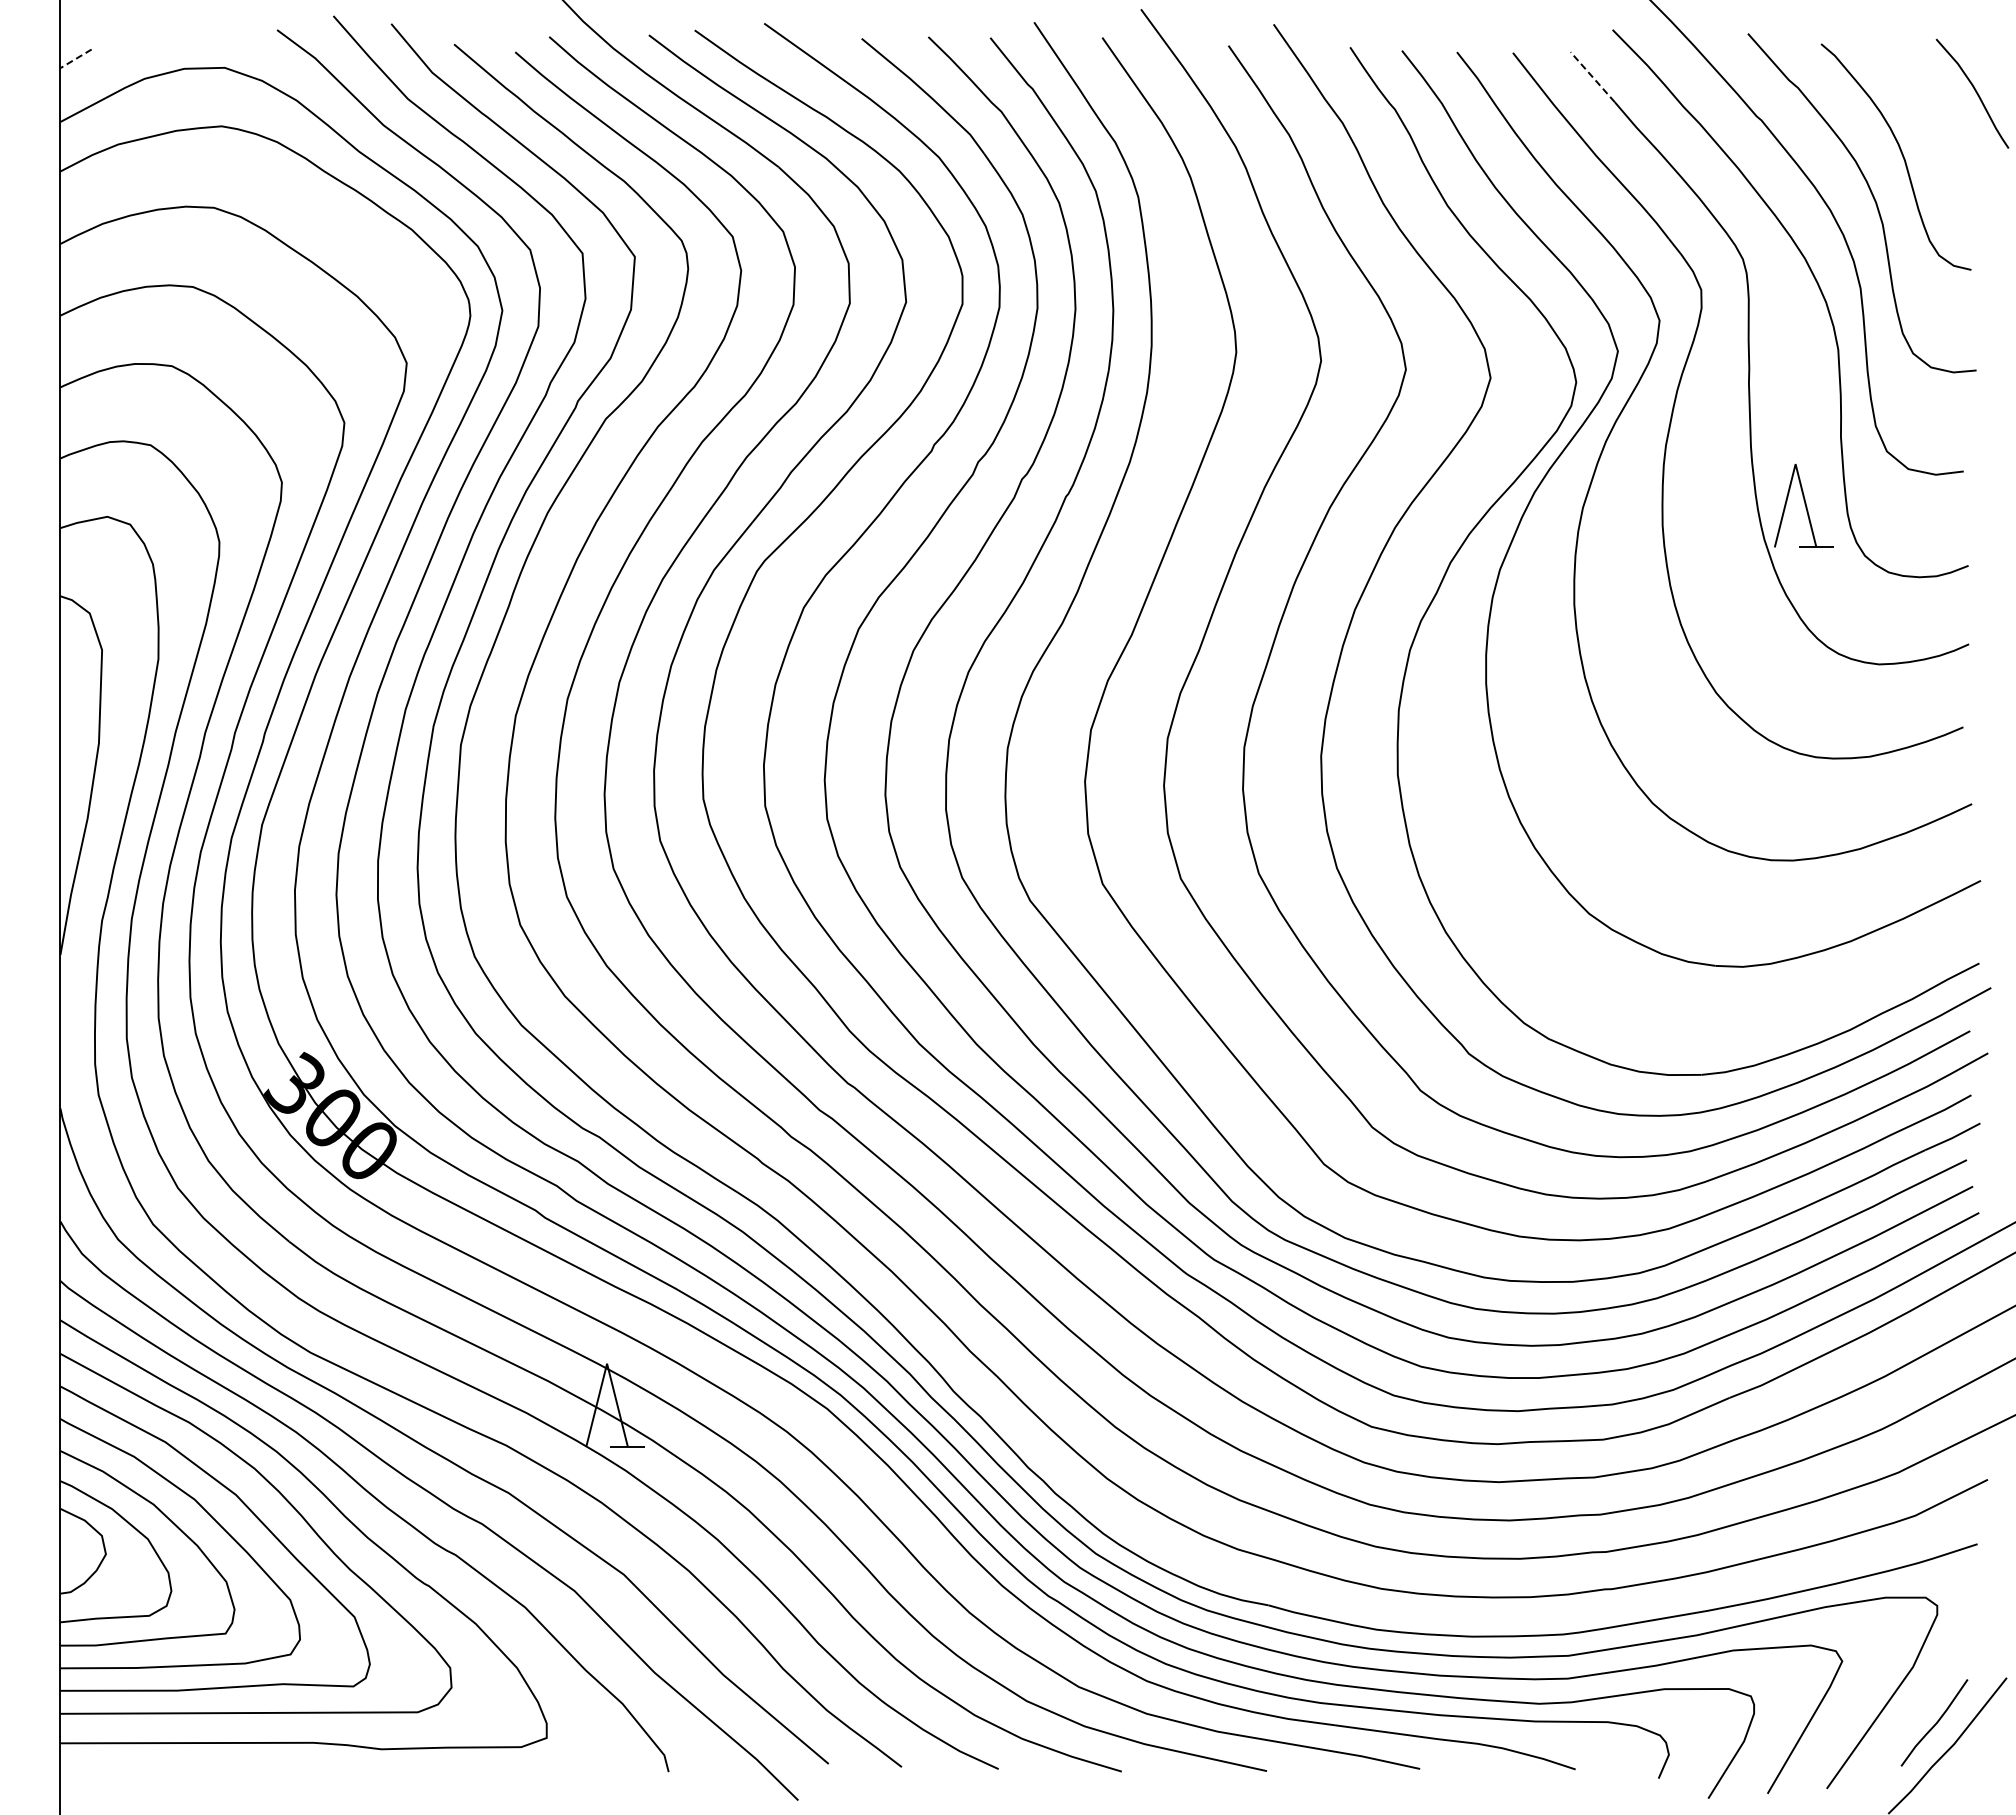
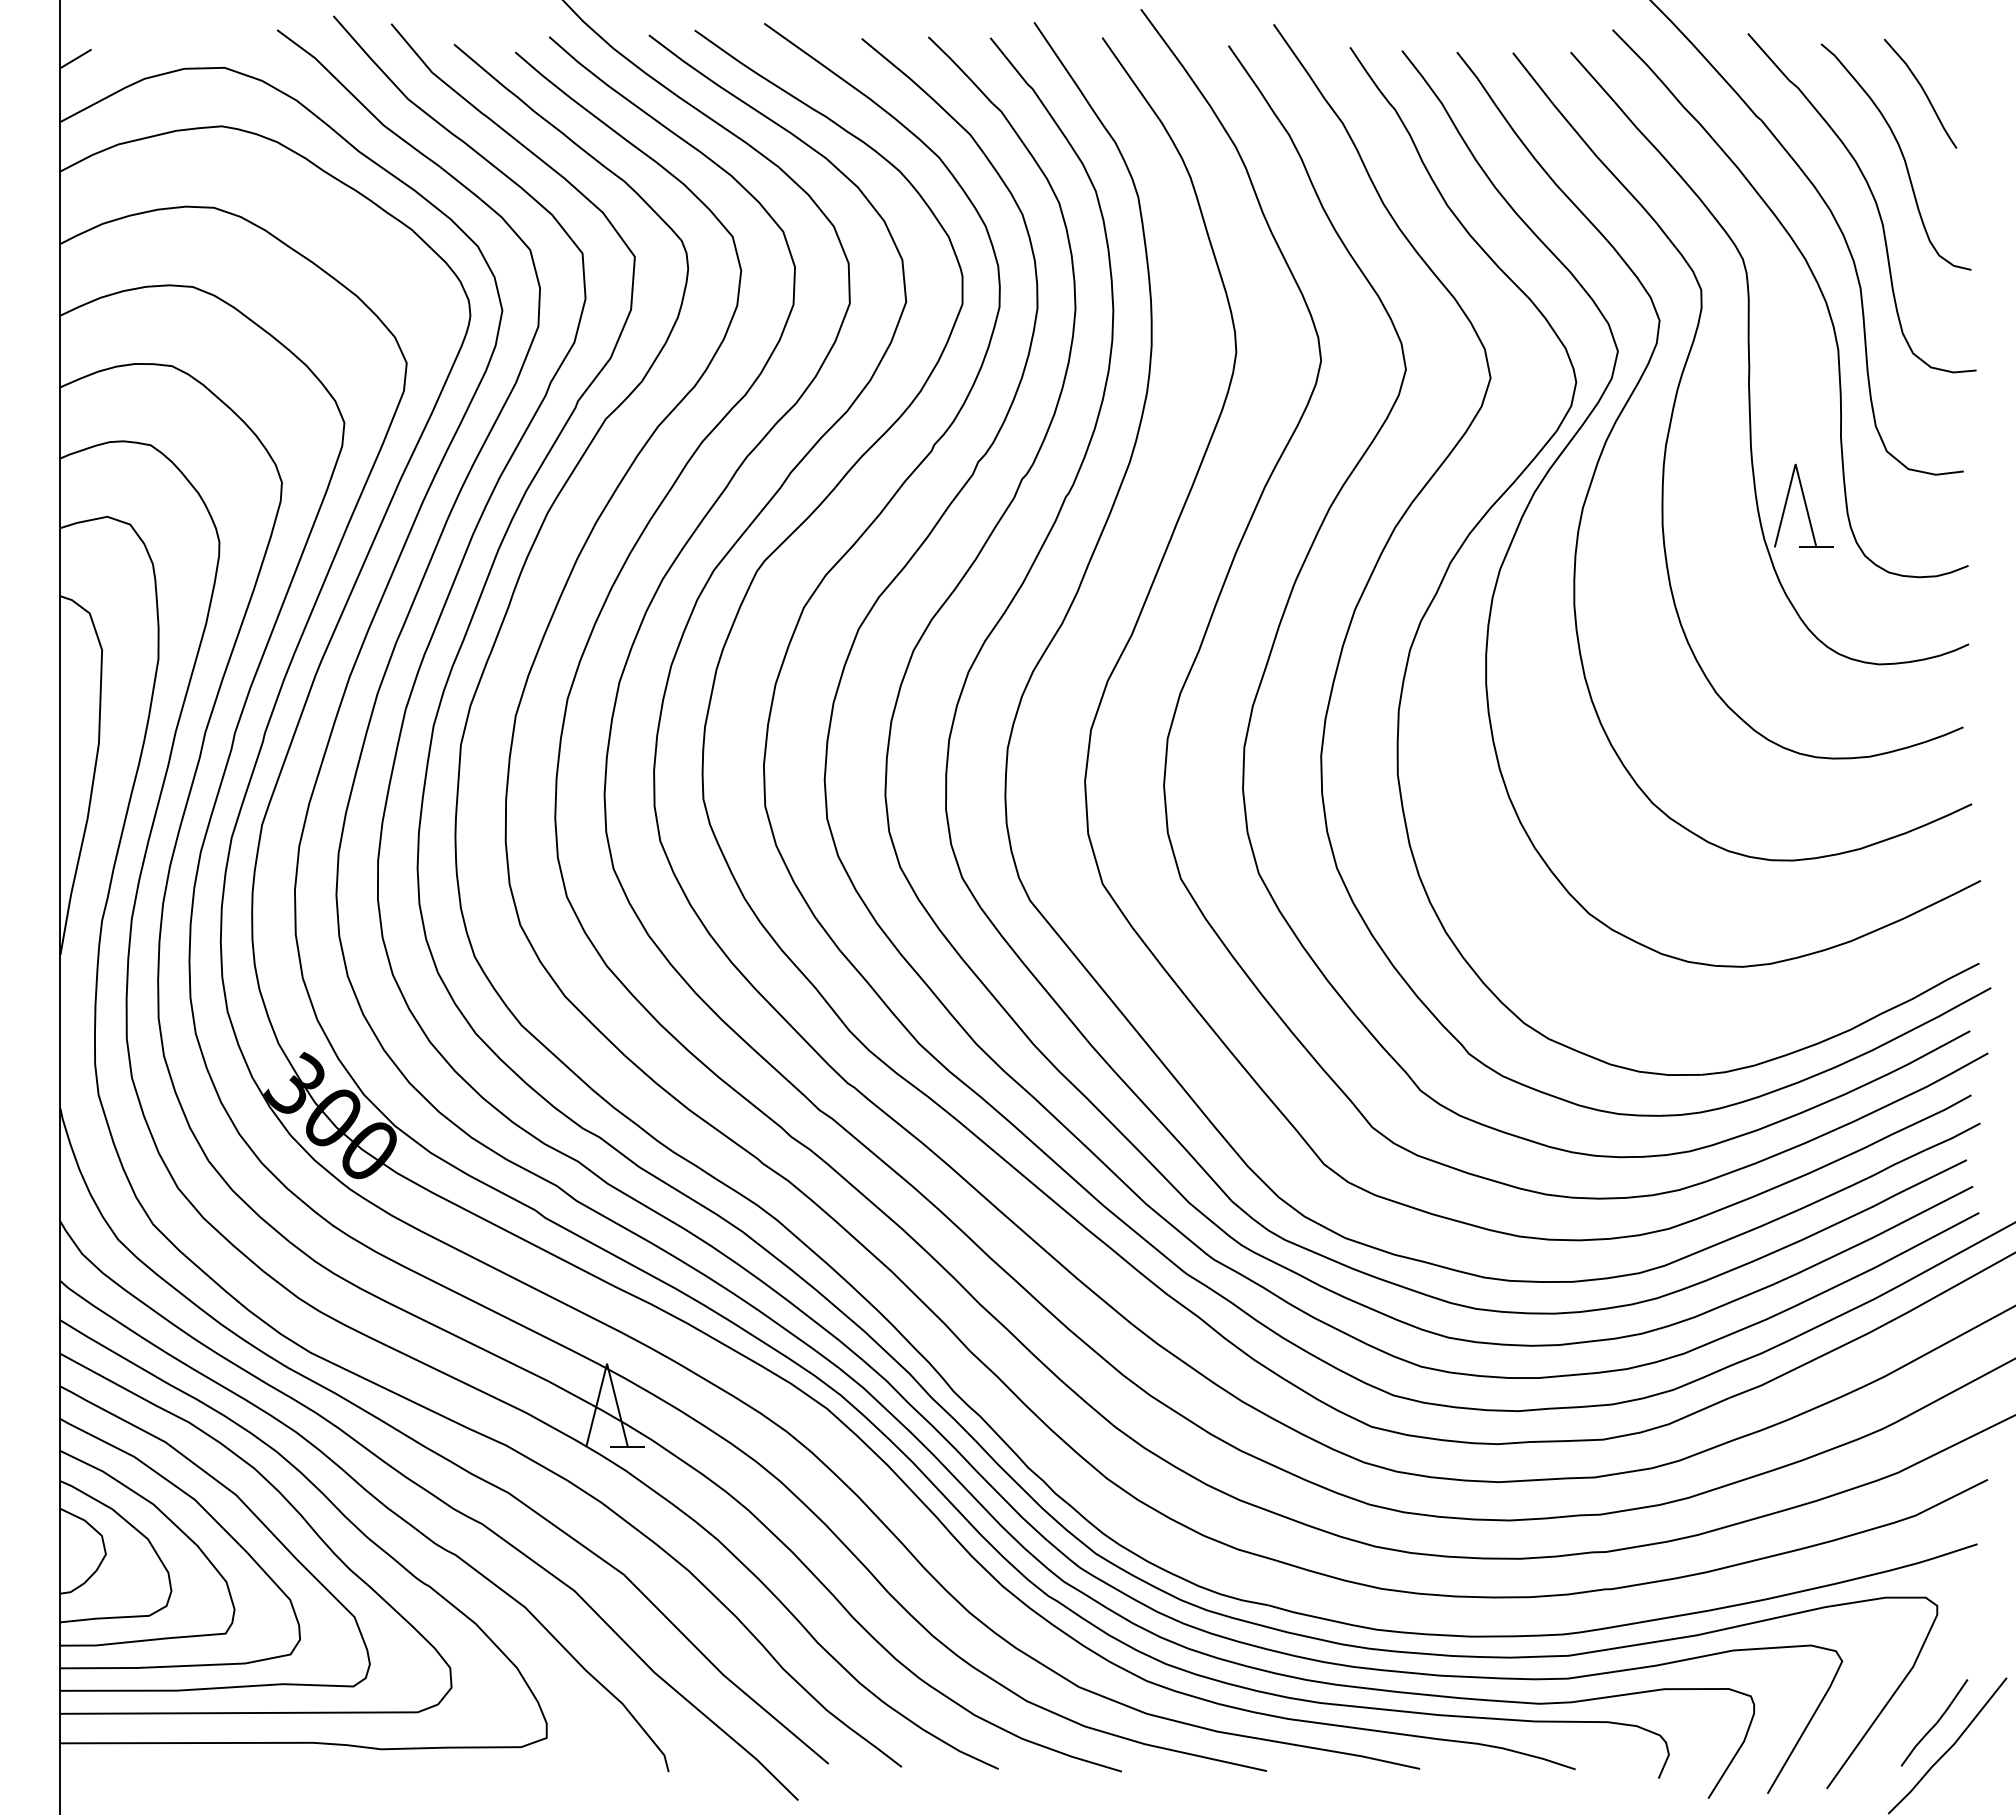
line at (75, 59): dashed -> solid
line at (1592, 76): dashed -> solid
curve at (1975, 92) position: (1975, 92) -> (1923, 92)
